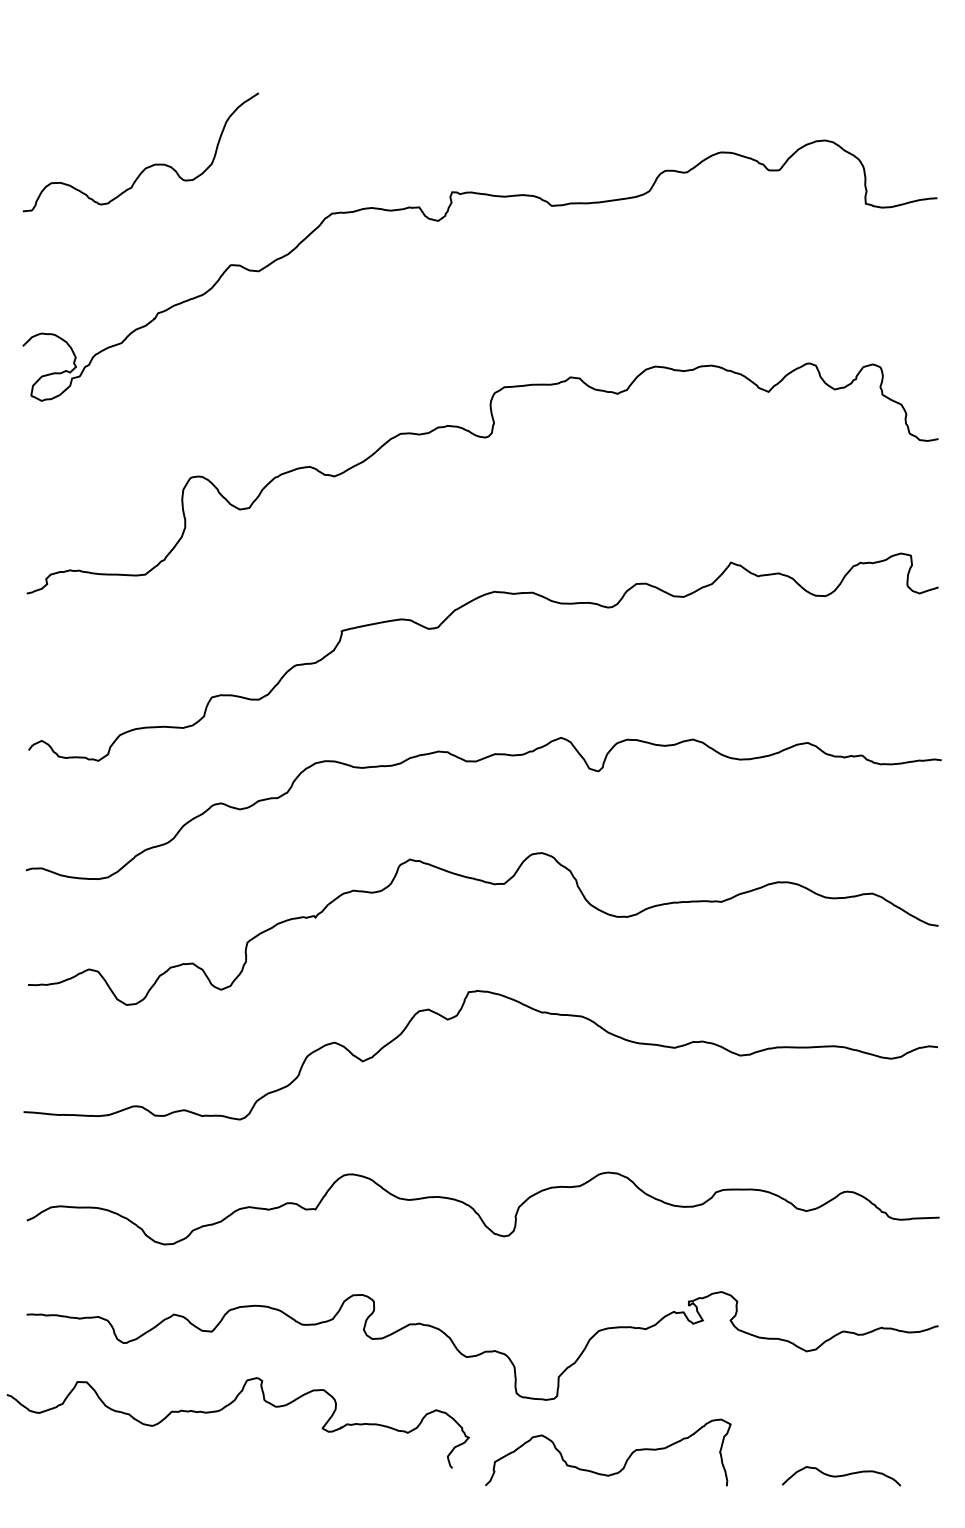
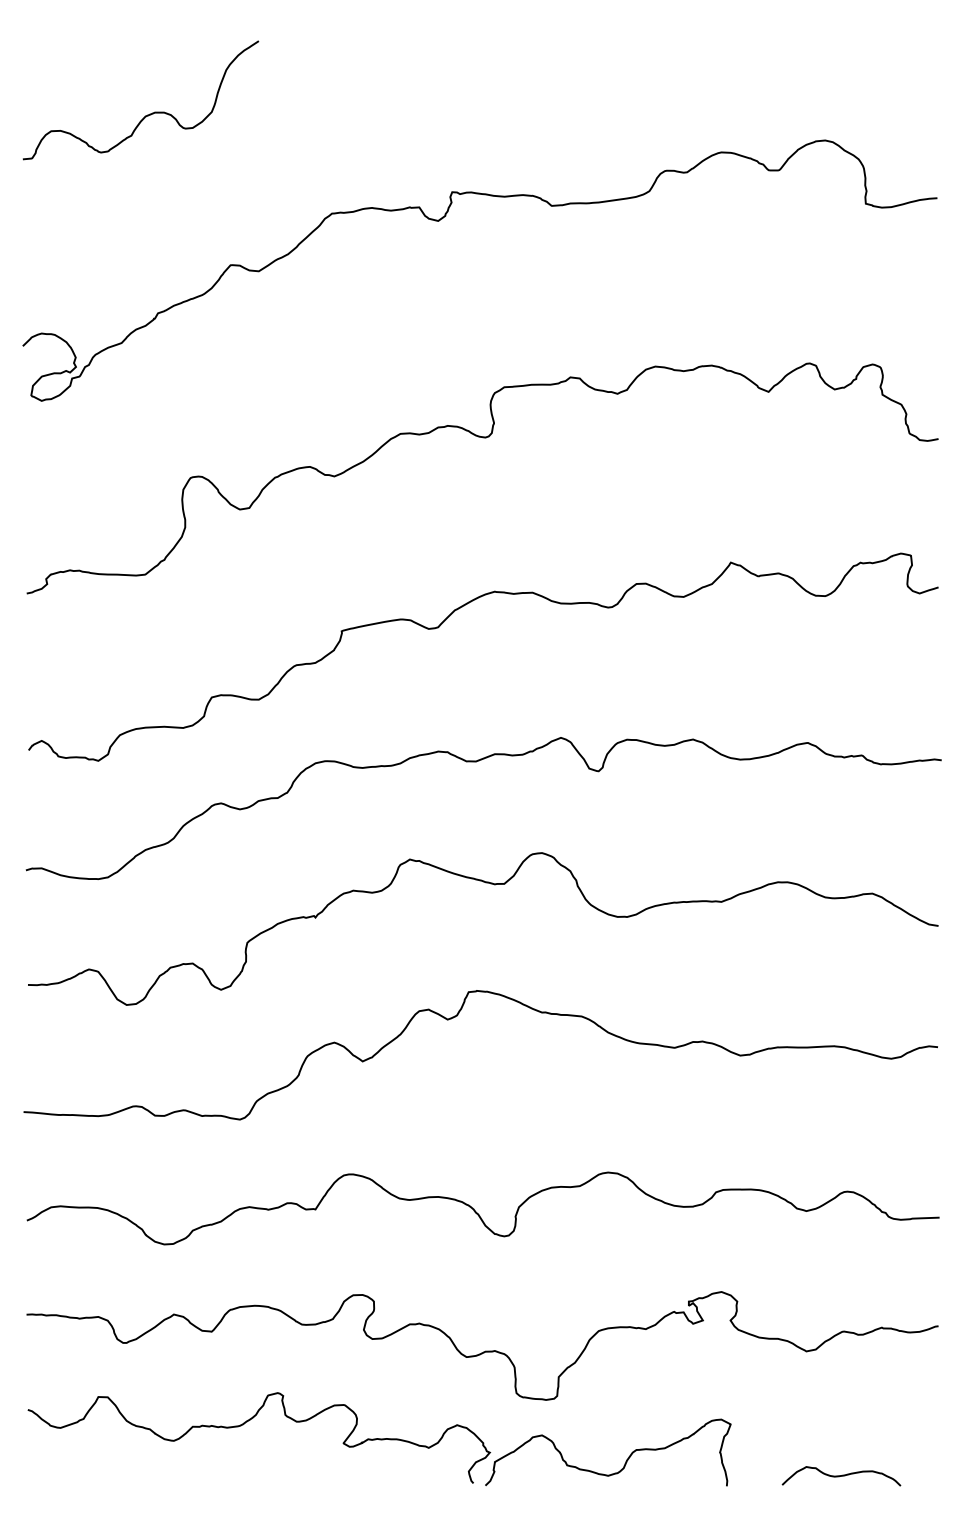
curve at (147, 166) position: (147, 166) -> (147, 114)
curve at (226, 1407) position: (226, 1407) -> (247, 1422)
